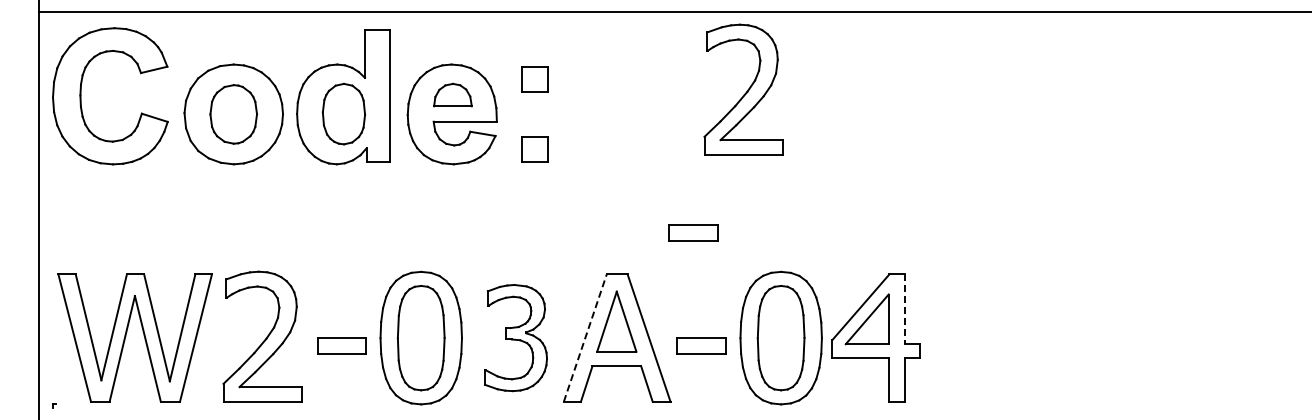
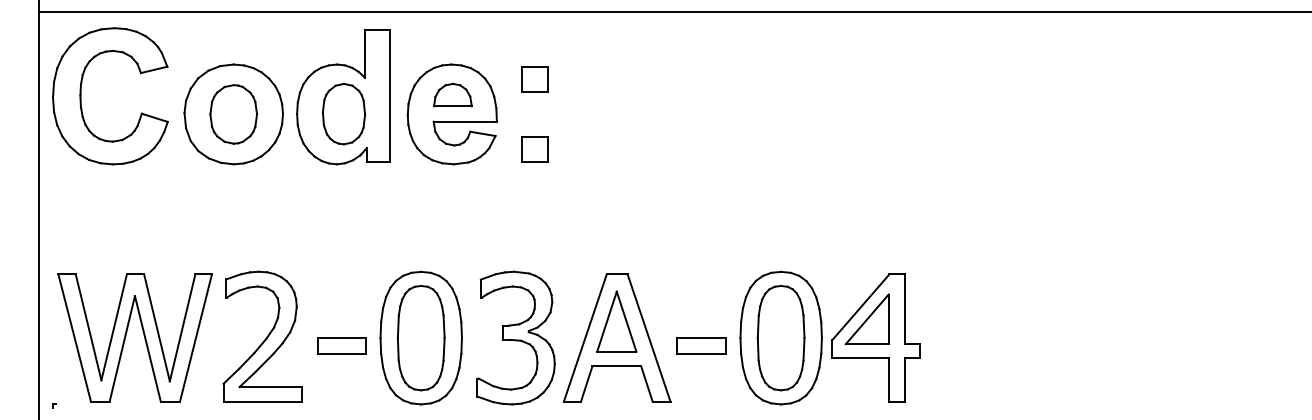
part at (743, 89): present -> none
part at (693, 232): present -> none
line at (905, 309): dashed -> solid
line at (585, 337): dashed -> solid
part at (515, 338) size: 64x109 px -> 80x136 px
